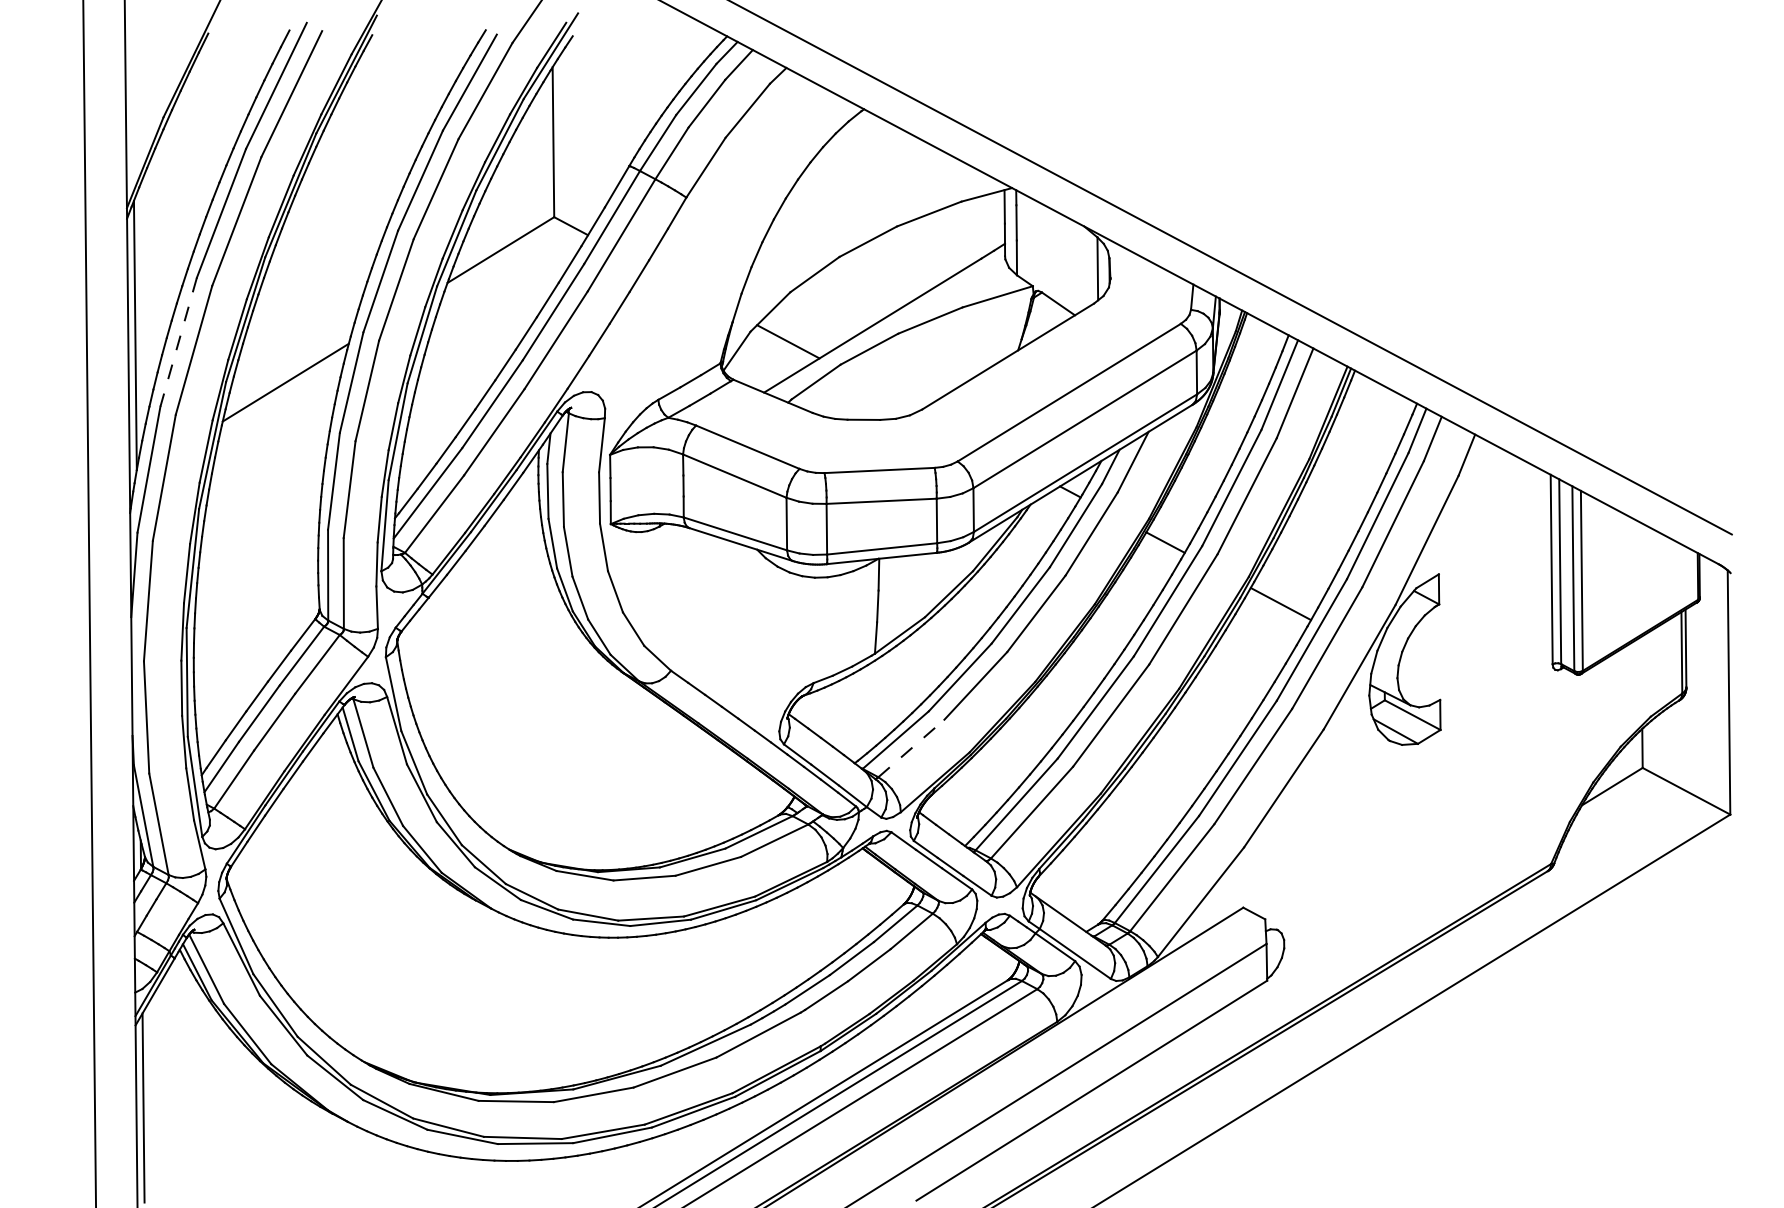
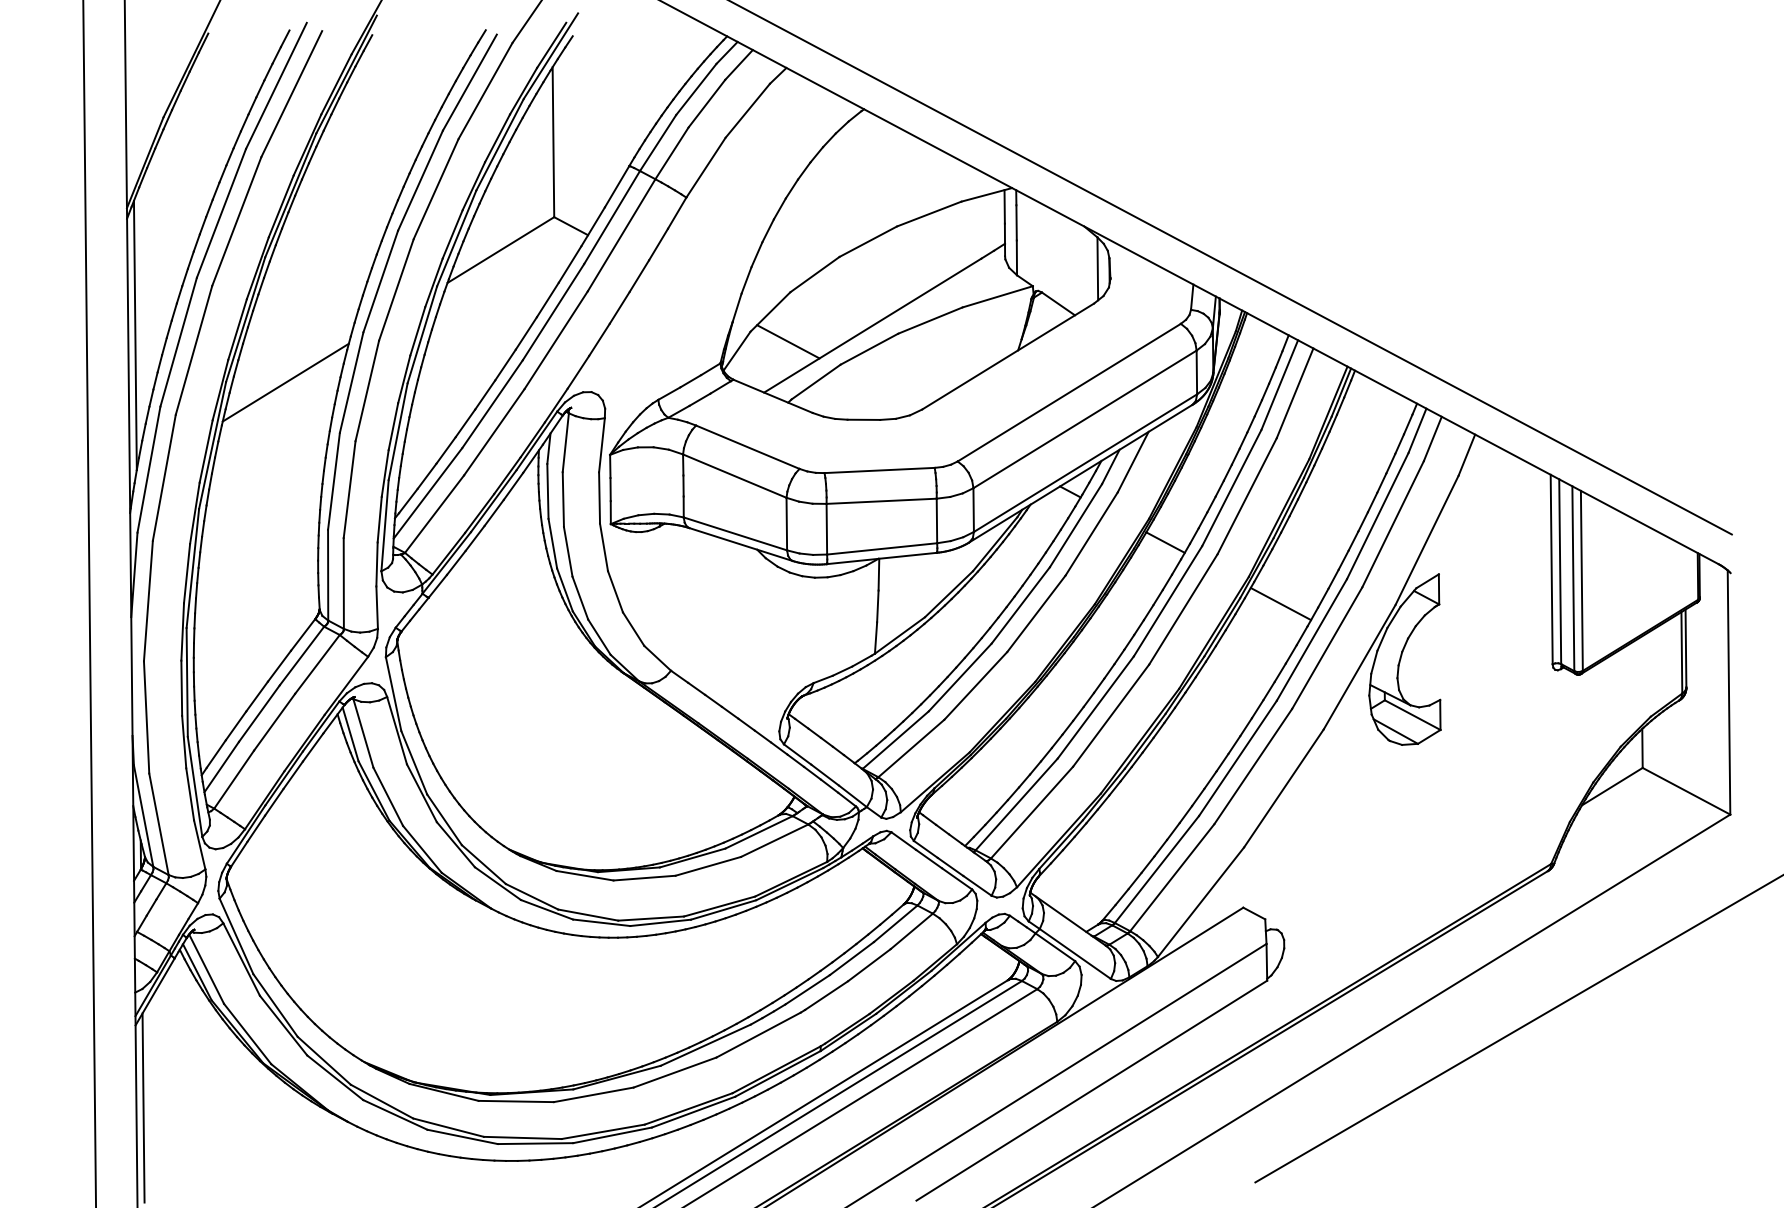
line at (178, 342): dashed -> solid
line at (911, 748): dashed -> solid
line at (1517, 1029): none -> present
